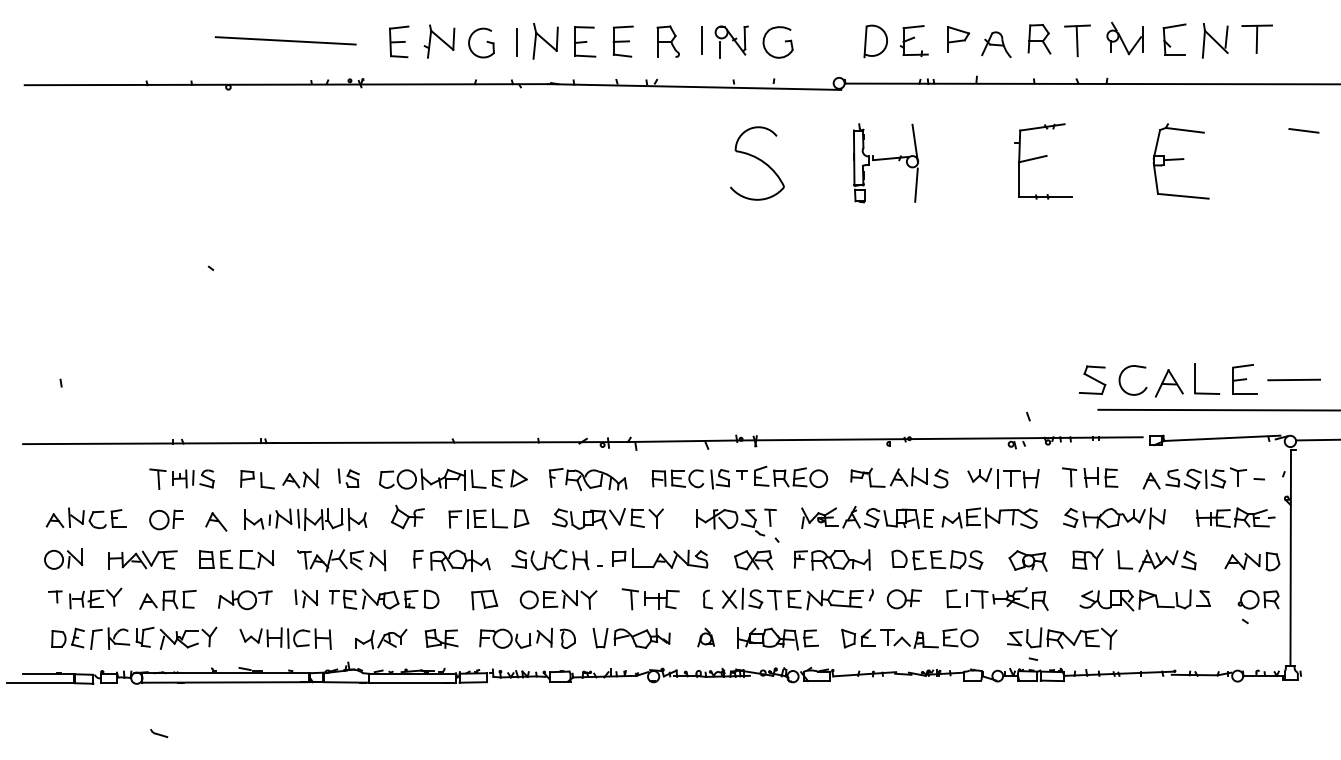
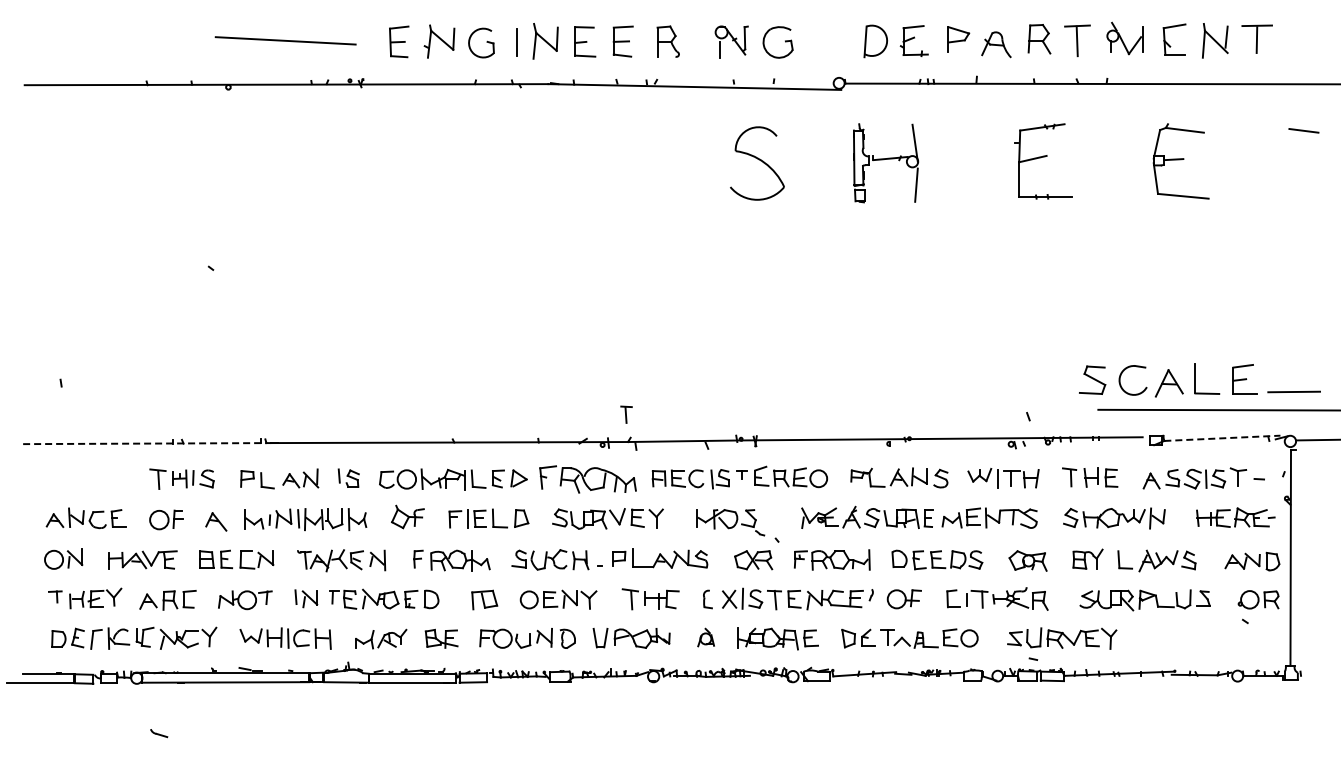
line at (701, 40): present -> none
line at (1293, 379) position: (1293, 379) -> (1293, 391)
line at (1222, 438): solid -> dashed
line at (147, 443): solid -> dashed
part at (588, 479) size: 79x23 px -> 98x29 px
part at (770, 517) position: (770, 517) -> (626, 414)
